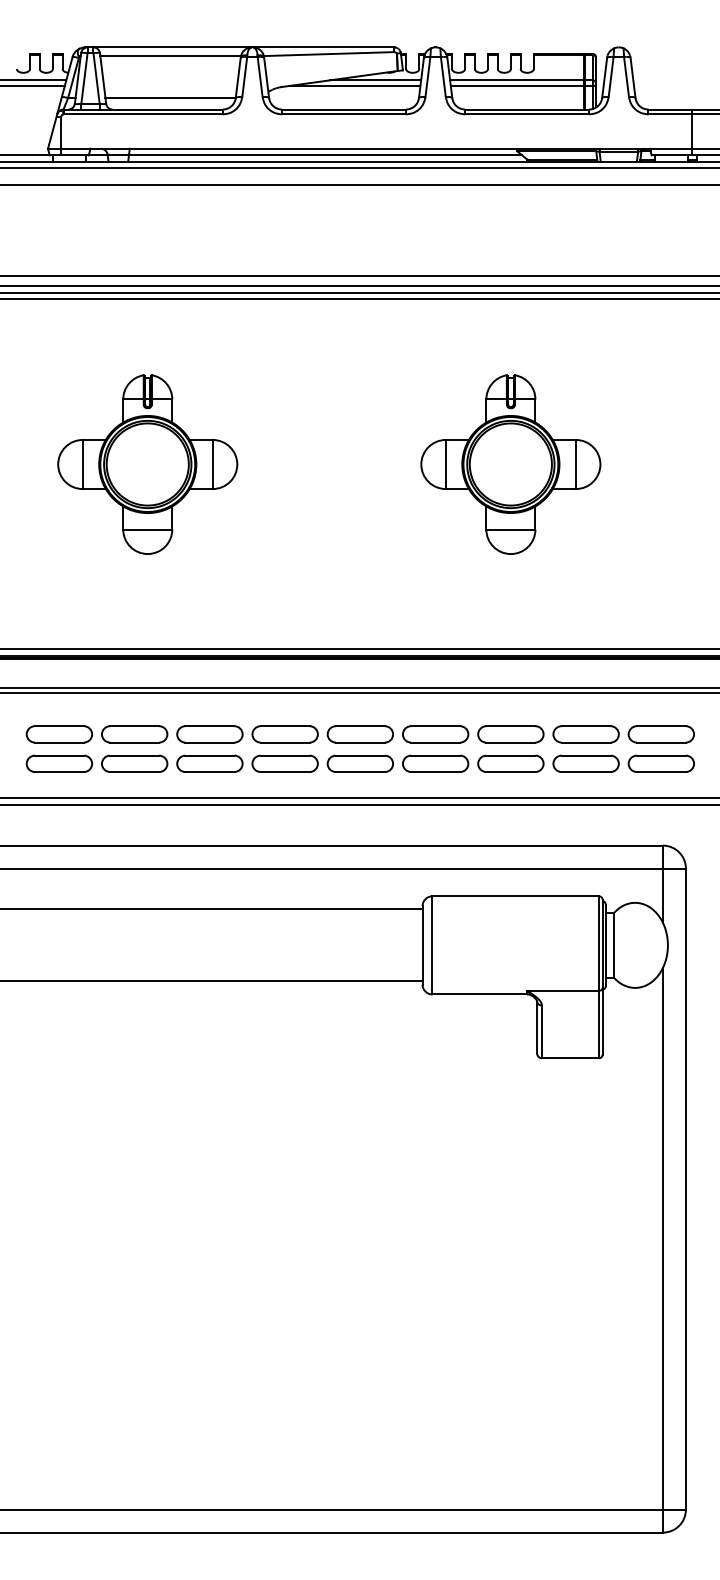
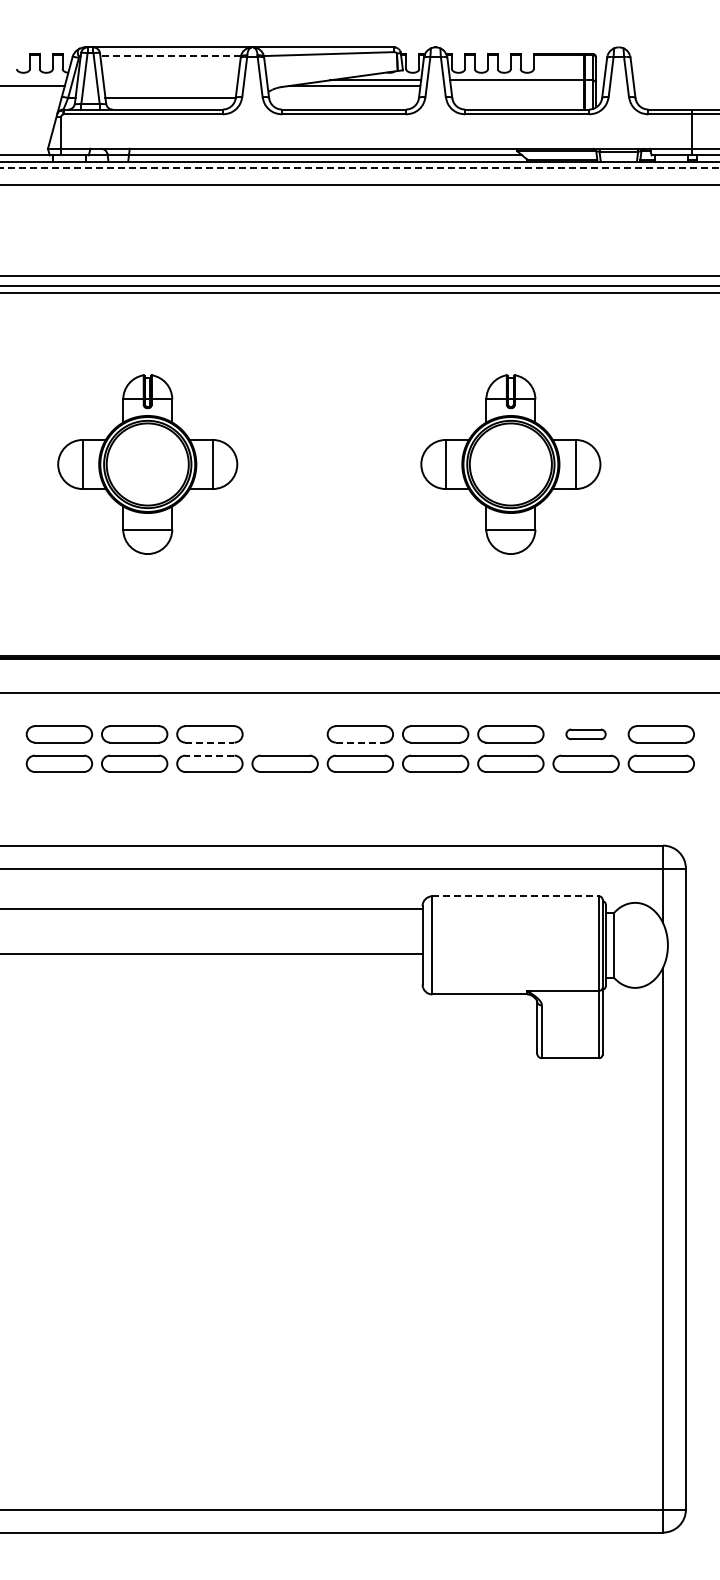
line at (170, 56): solid -> dashed
line at (34, 80): present -> none
line at (522, 86): present -> none
line at (359, 168): solid -> dashed
line at (359, 299): present -> none
line at (359, 649): present -> none
line at (359, 688): present -> none
part at (284, 734): present -> none
part at (585, 734) size: 68x19 px -> 42x13 px
line at (209, 742): solid -> dashed
line at (360, 742): solid -> dashed
line at (209, 755): solid -> dashed
line at (359, 798): present -> none
line at (359, 804): present -> none
line at (516, 896): solid -> dashed
line at (212, 981) position: (212, 981) -> (212, 954)
